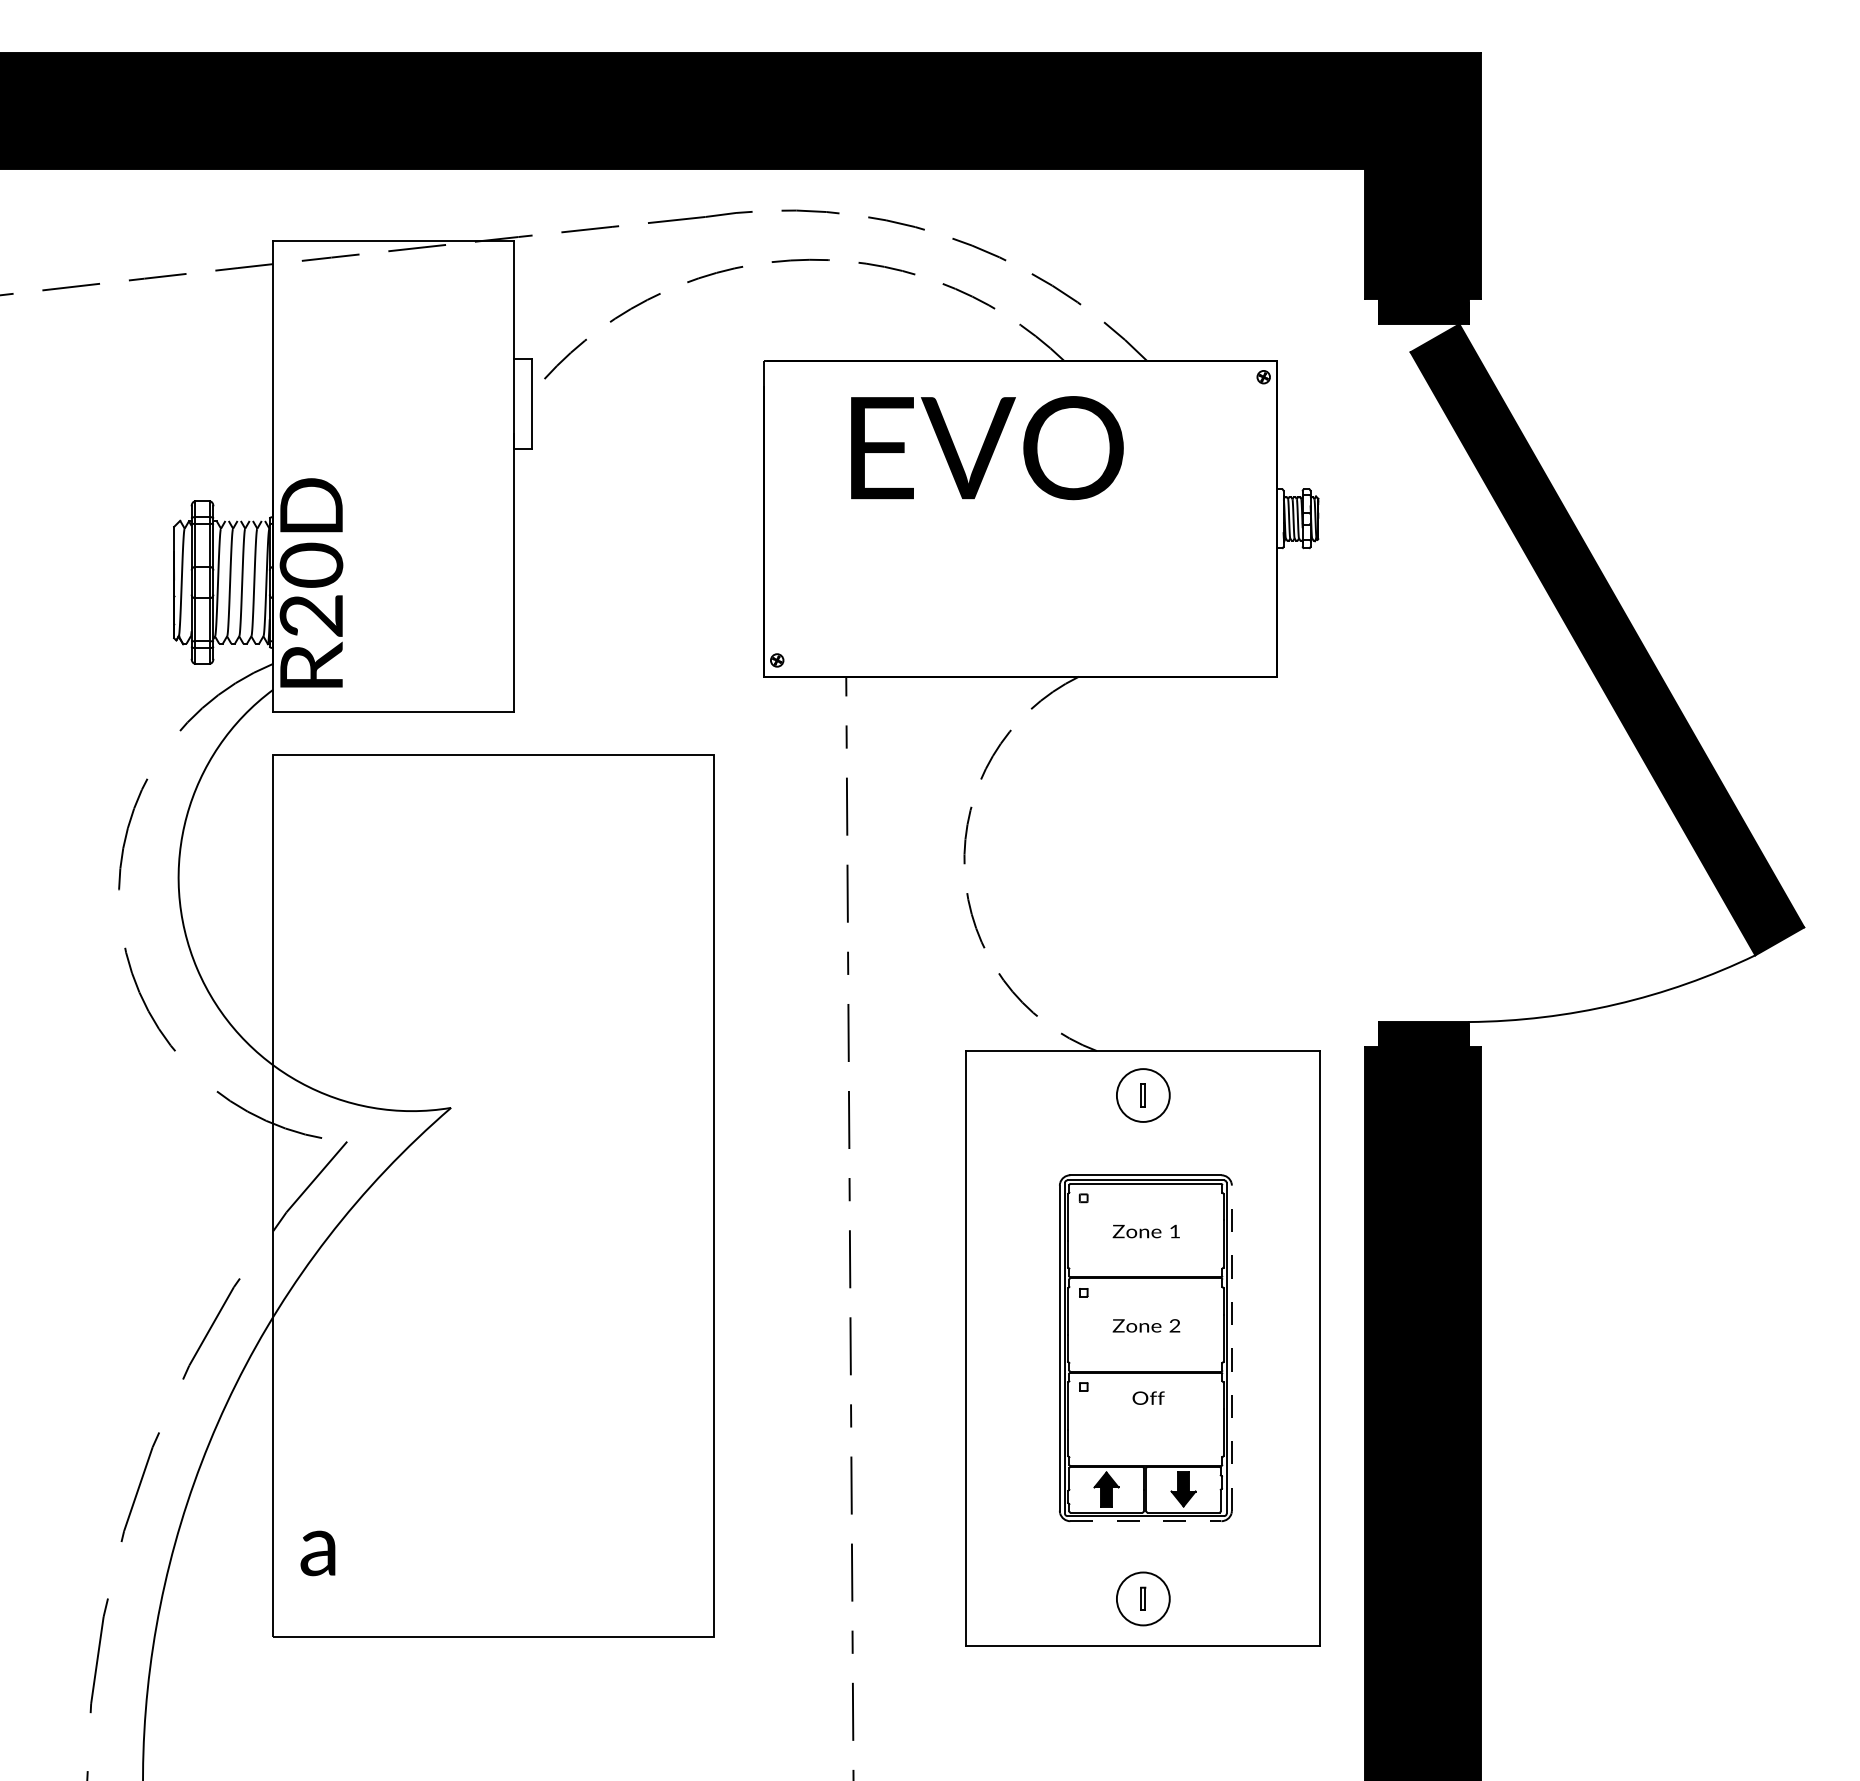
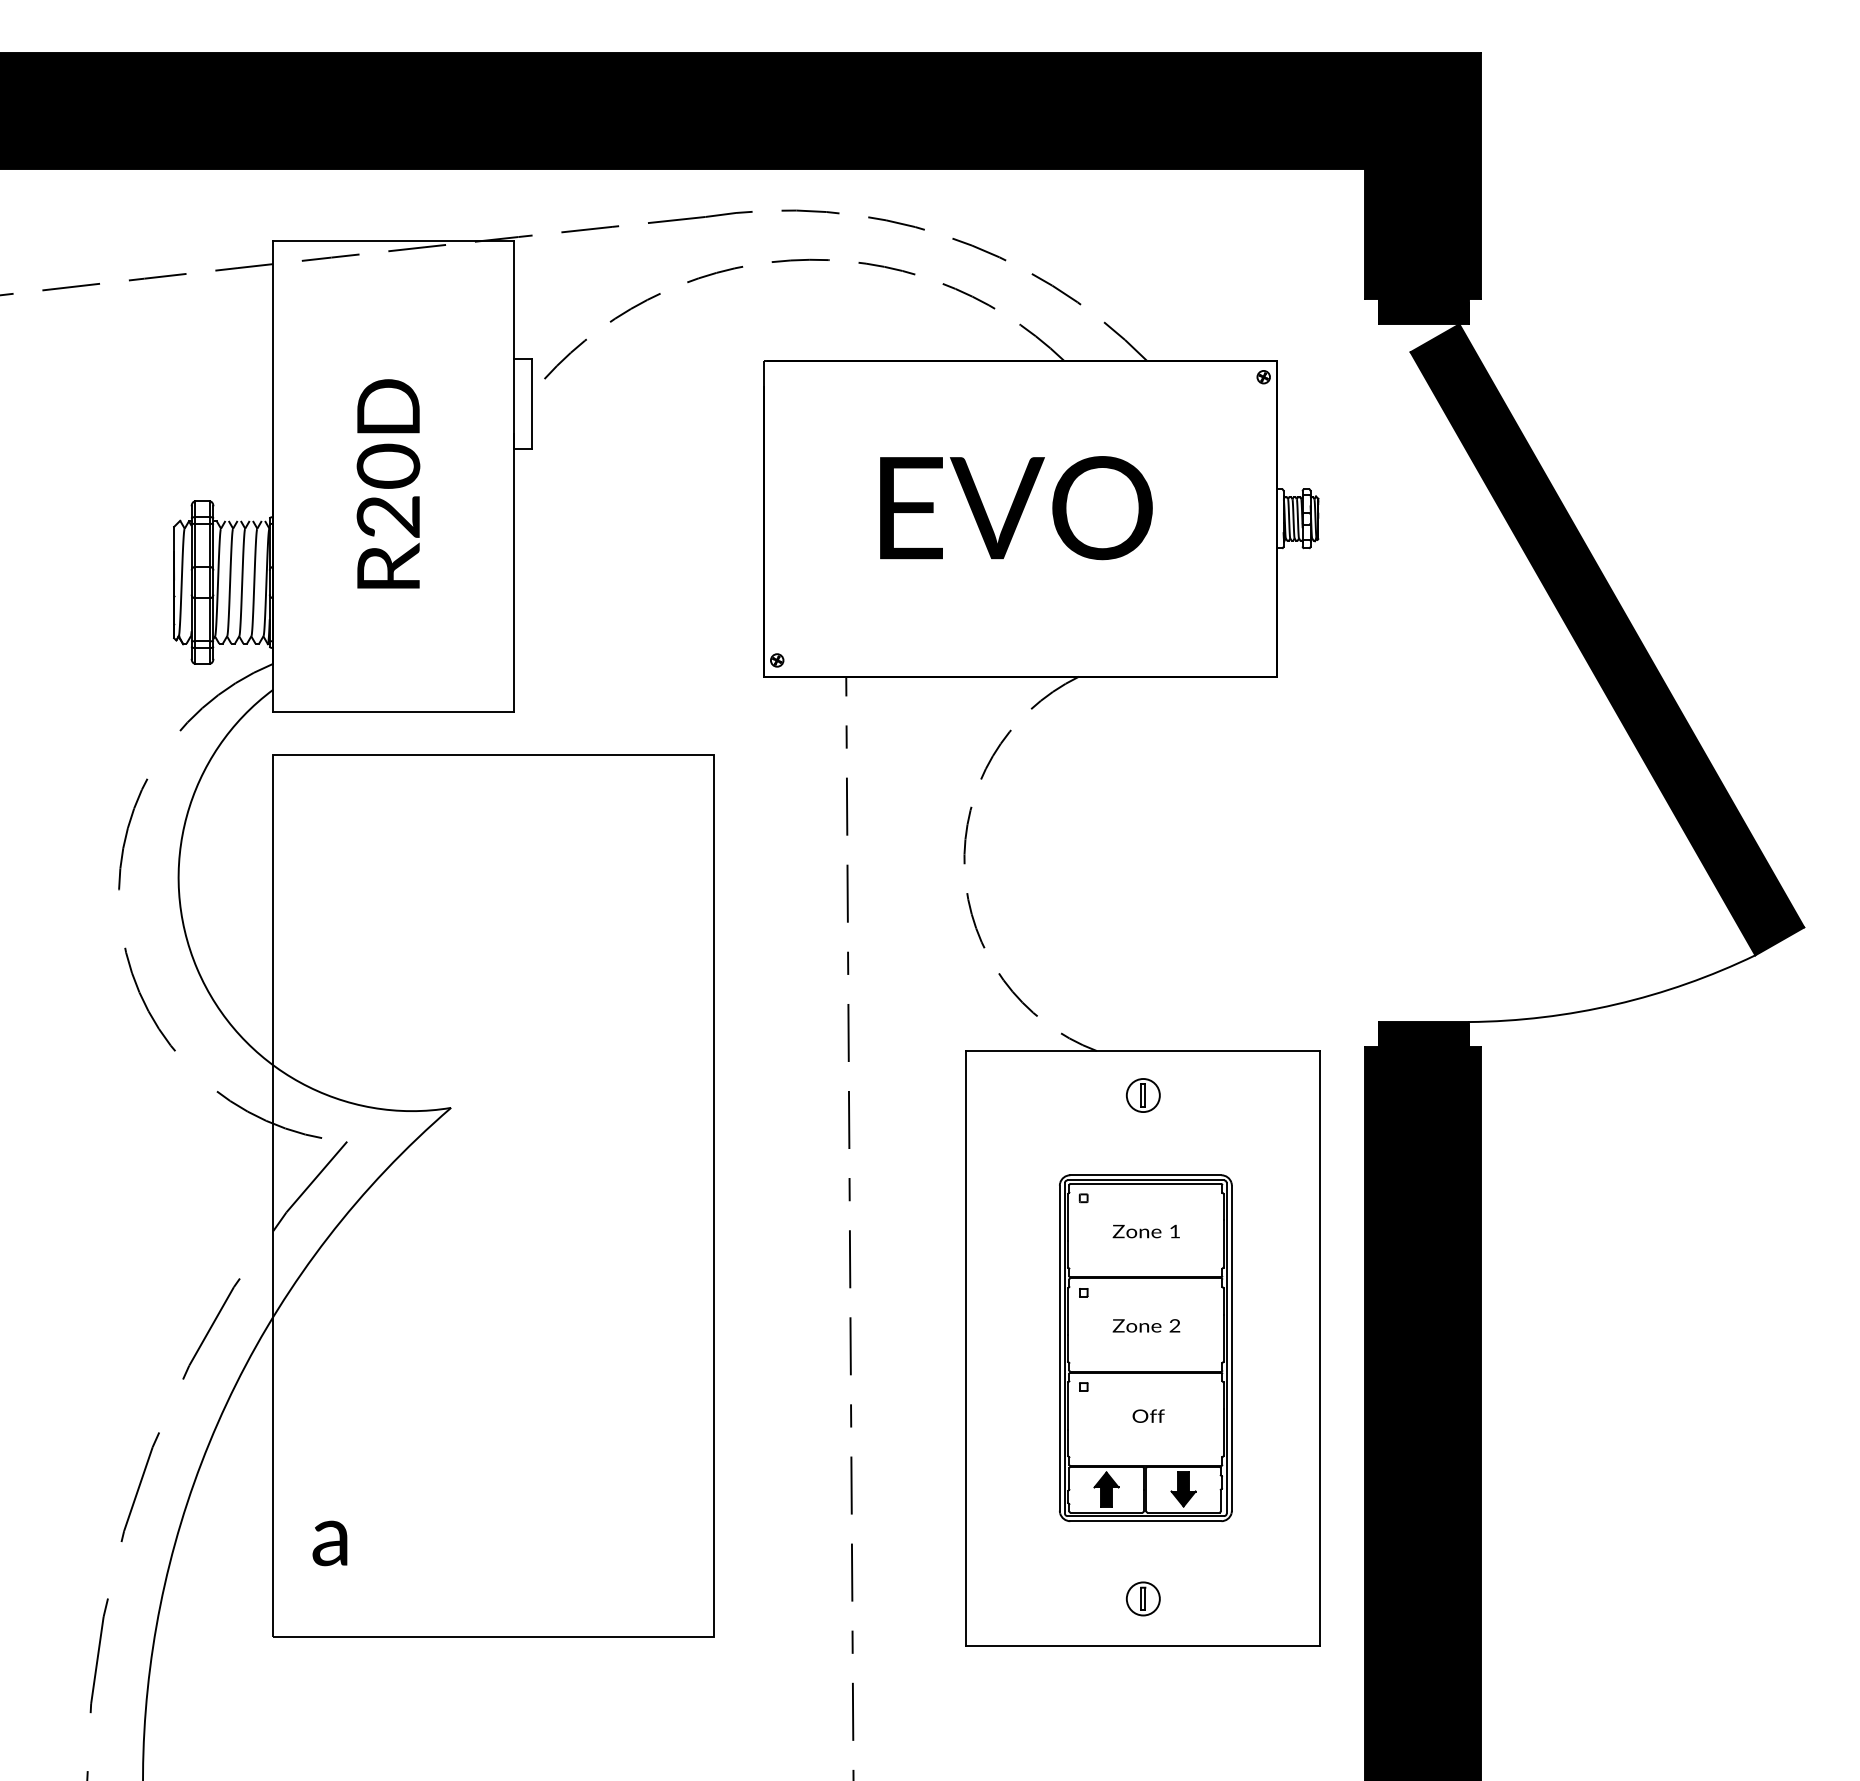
text at (987, 448) position: (987, 448) -> (1016, 508)
text at (311, 582) position: (311, 582) -> (388, 483)
circle at (1142, 1095) diameter: 53 px -> 33 px
line at (1231, 1348): dashed -> solid
text at (1148, 1397) position: (1148, 1397) -> (1148, 1415)
line at (1145, 1521): dashed -> solid
text at (317, 1553) position: (317, 1553) -> (329, 1543)
circle at (1142, 1598) diameter: 53 px -> 33 px
